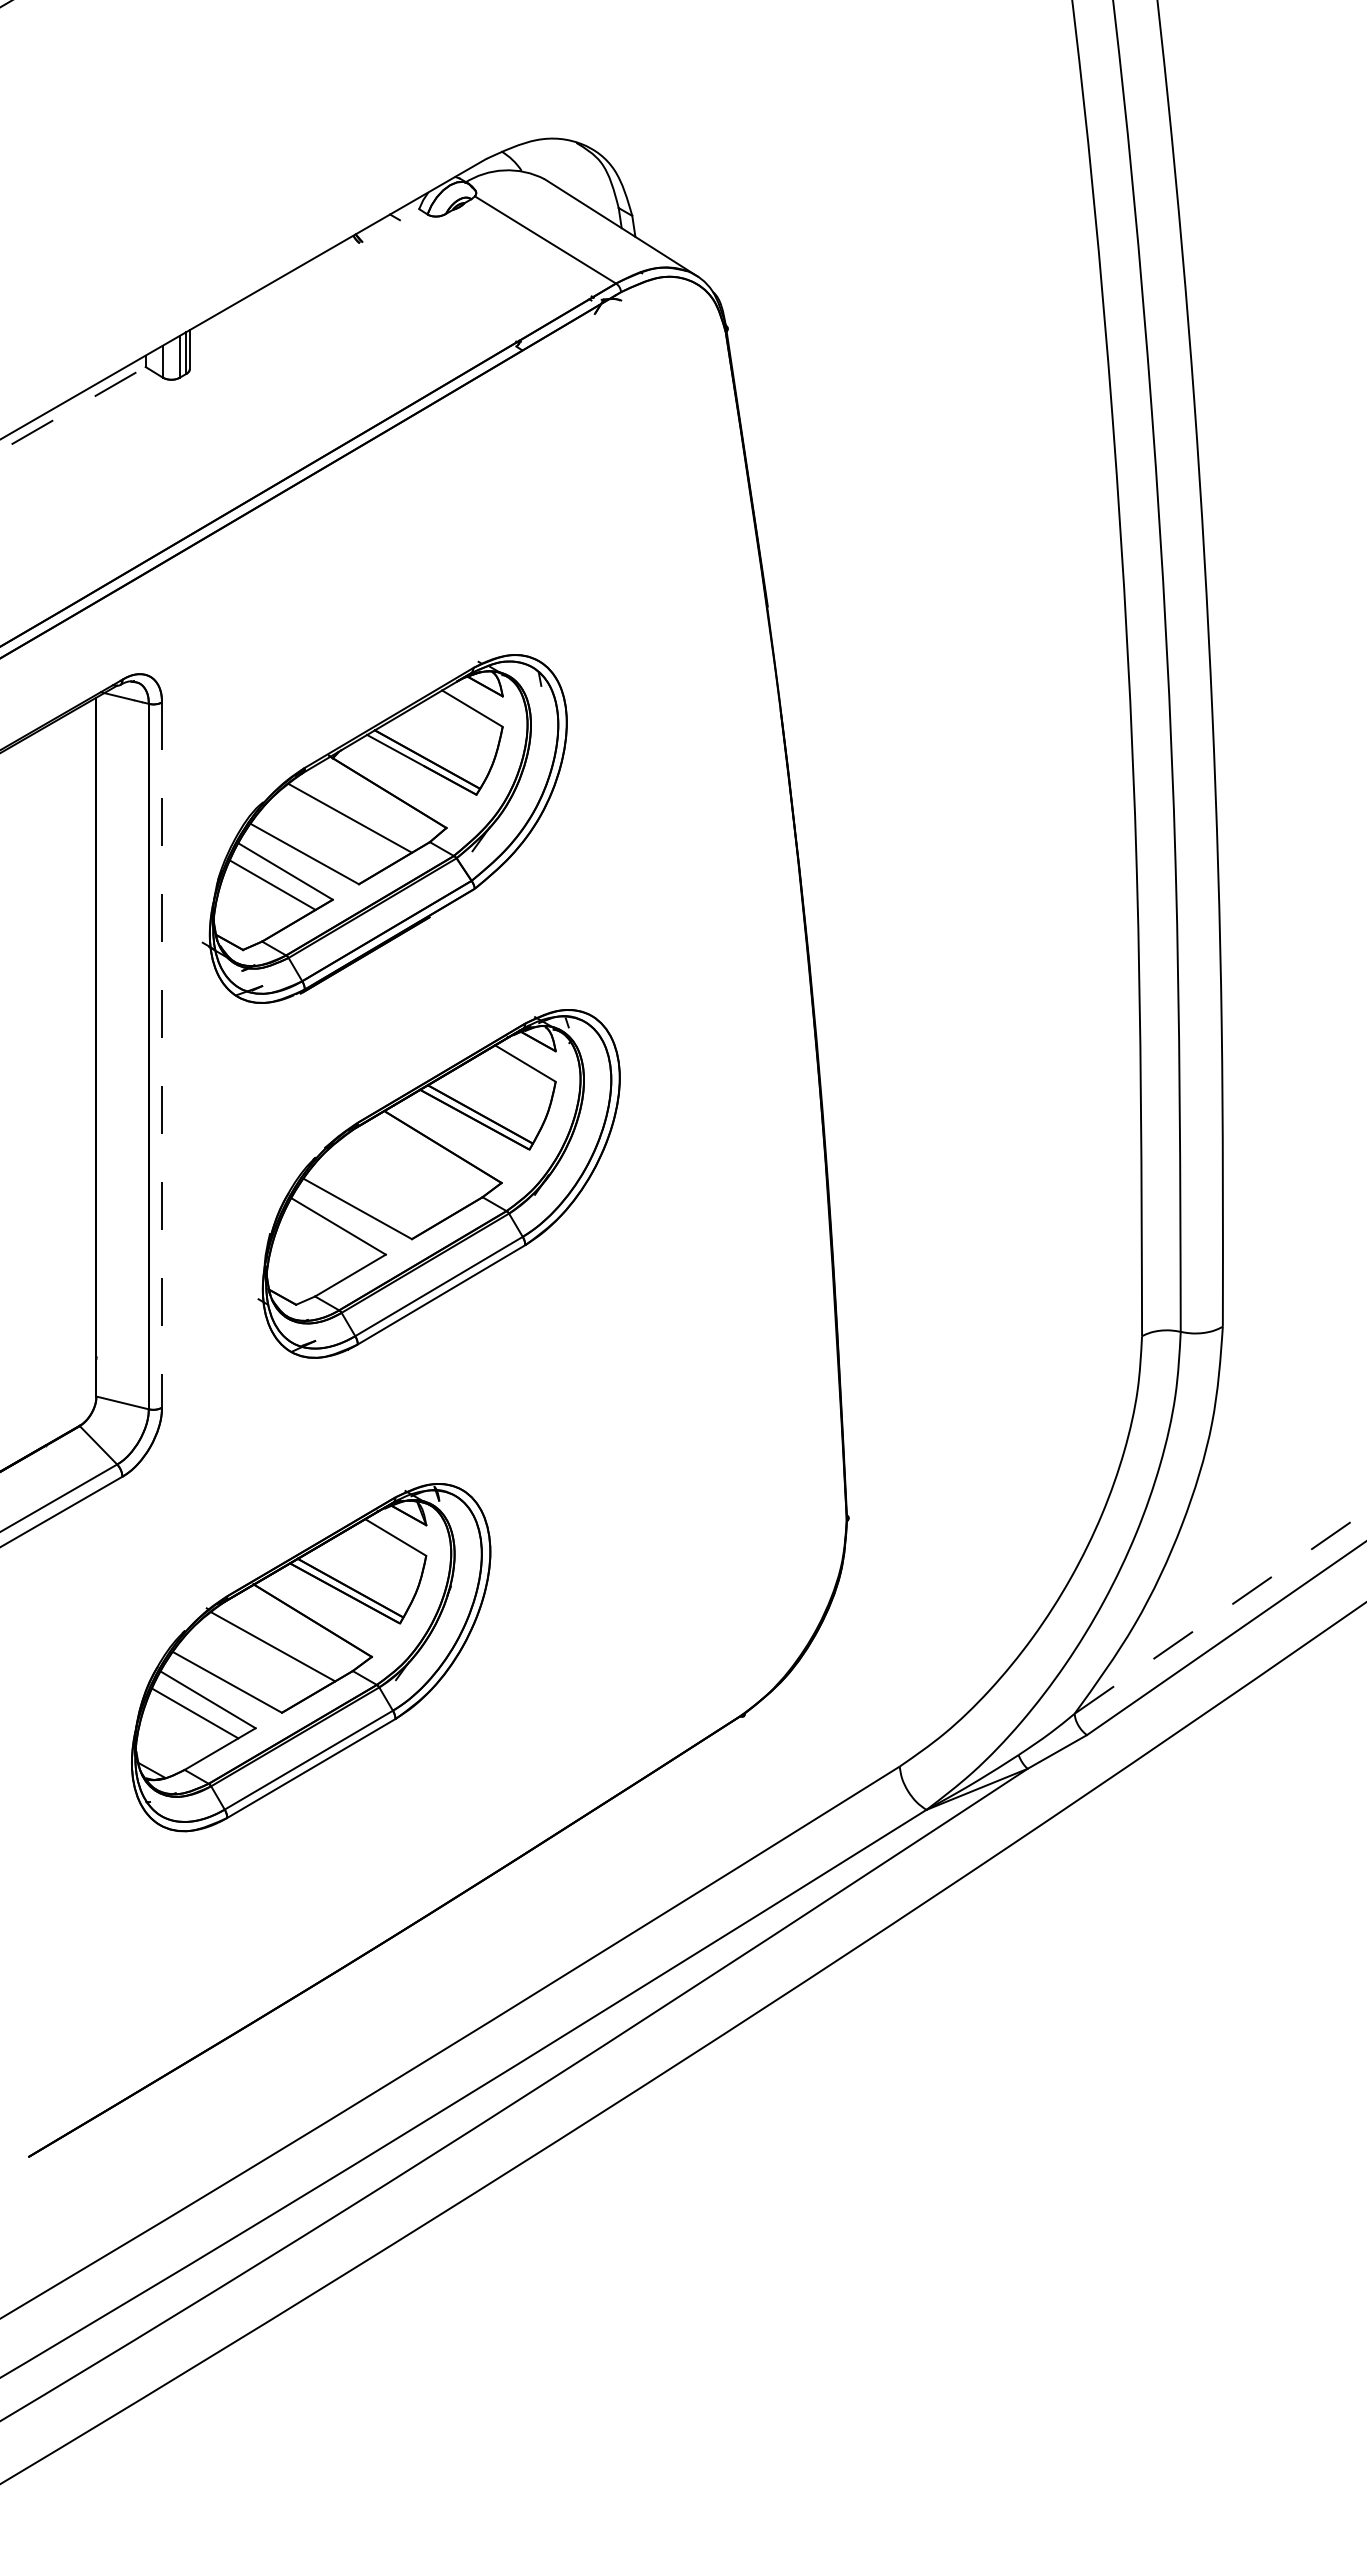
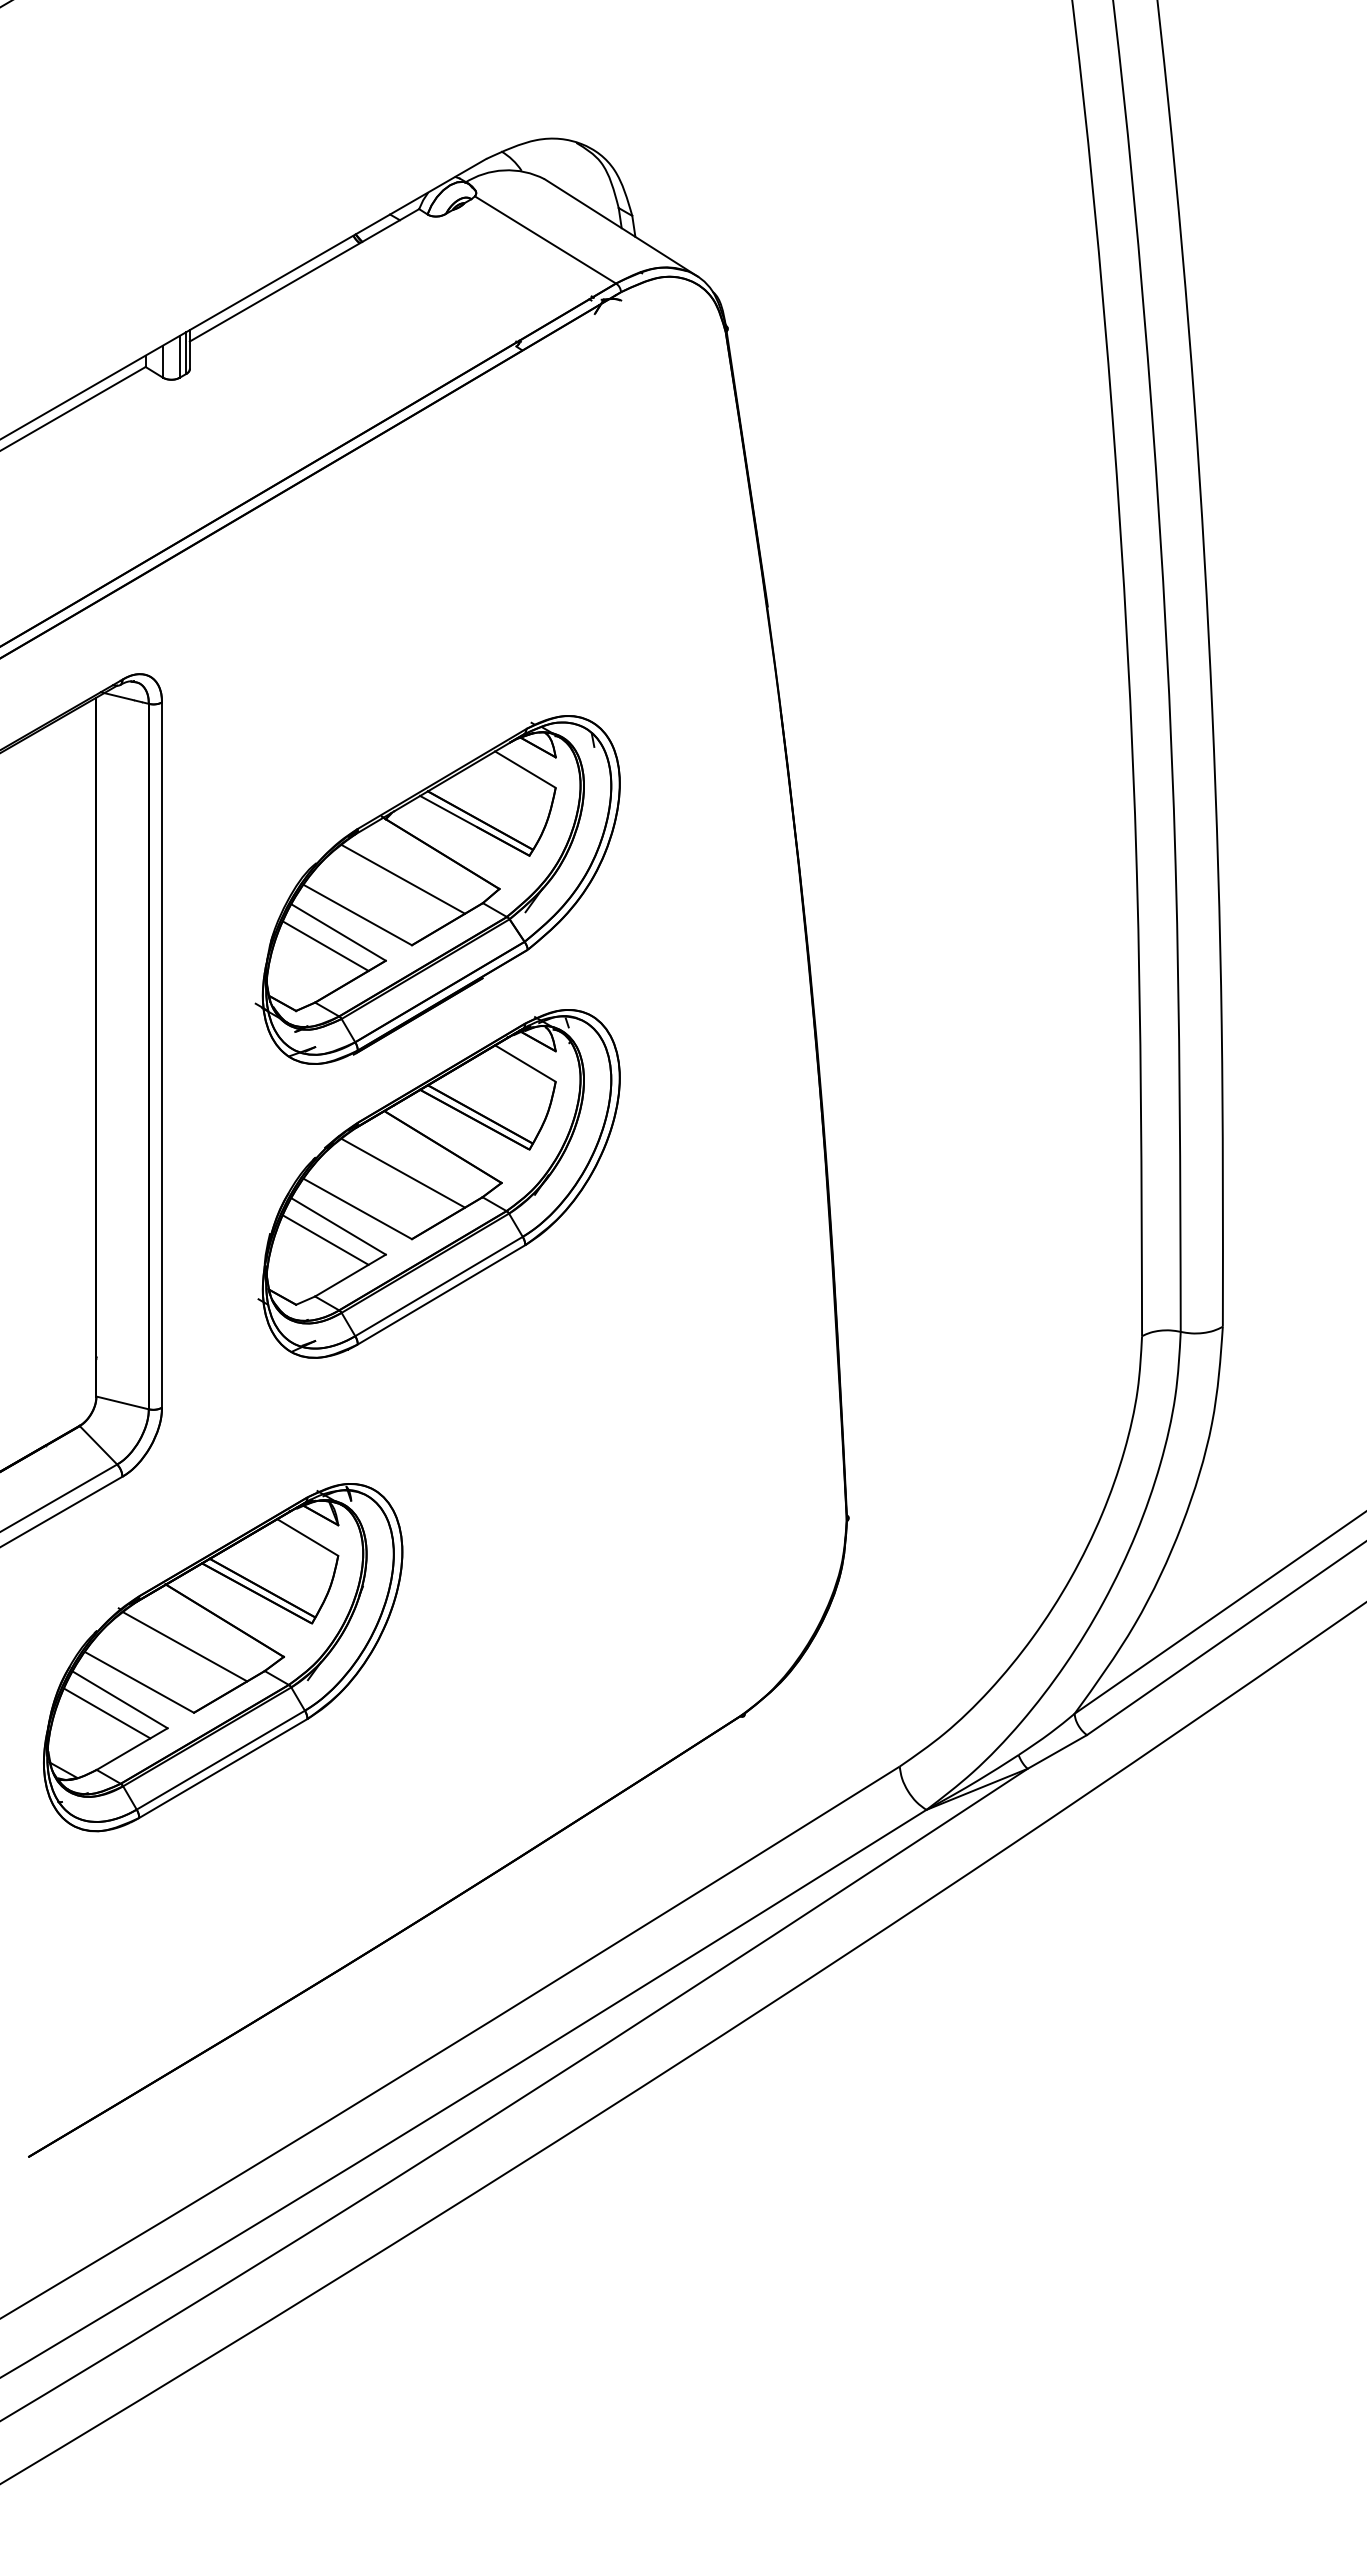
line at (304, 275): none -> present
line at (72, 409): dashed -> solid
part at (384, 828) position: (384, 828) -> (437, 889)
line at (161, 1055): dashed -> solid
line at (403, 1173): none -> present
line at (325, 1239): none -> present
line at (1220, 1612): dashed -> solid
part at (311, 1657) position: (311, 1657) -> (223, 1657)
